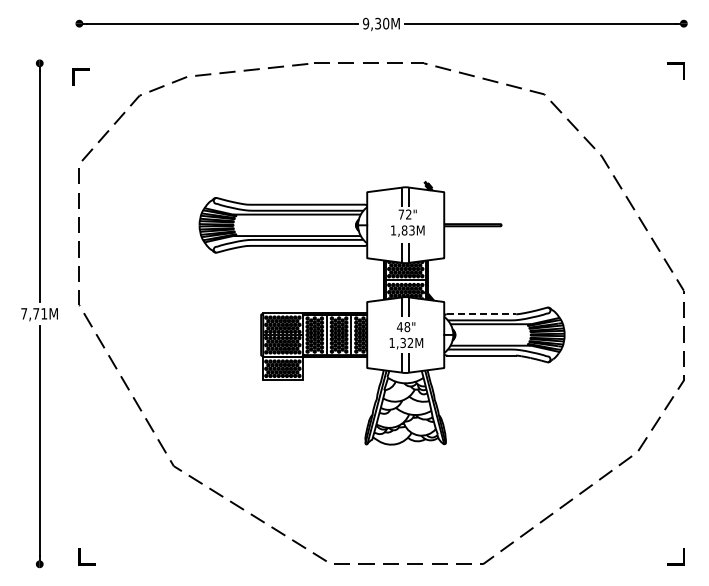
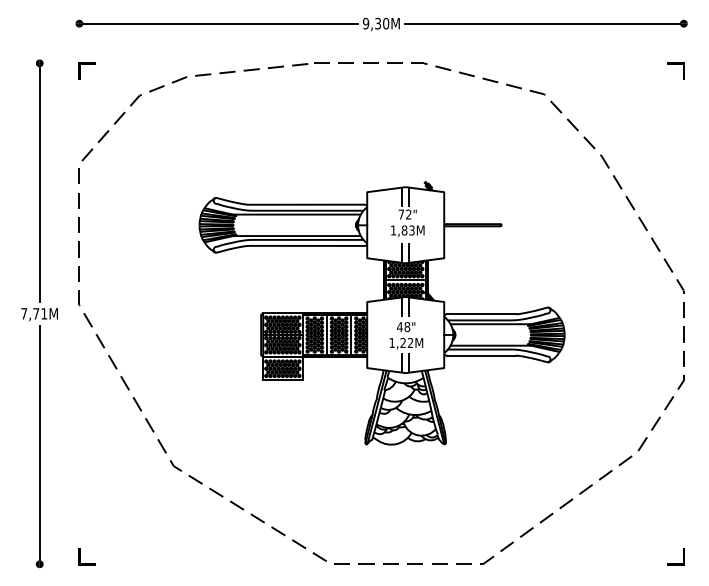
line at (80, 70) position: (80, 70) -> (86, 64)
line at (481, 314): dashed -> solid
text at (402, 343): 1,32M -> 1,22M
